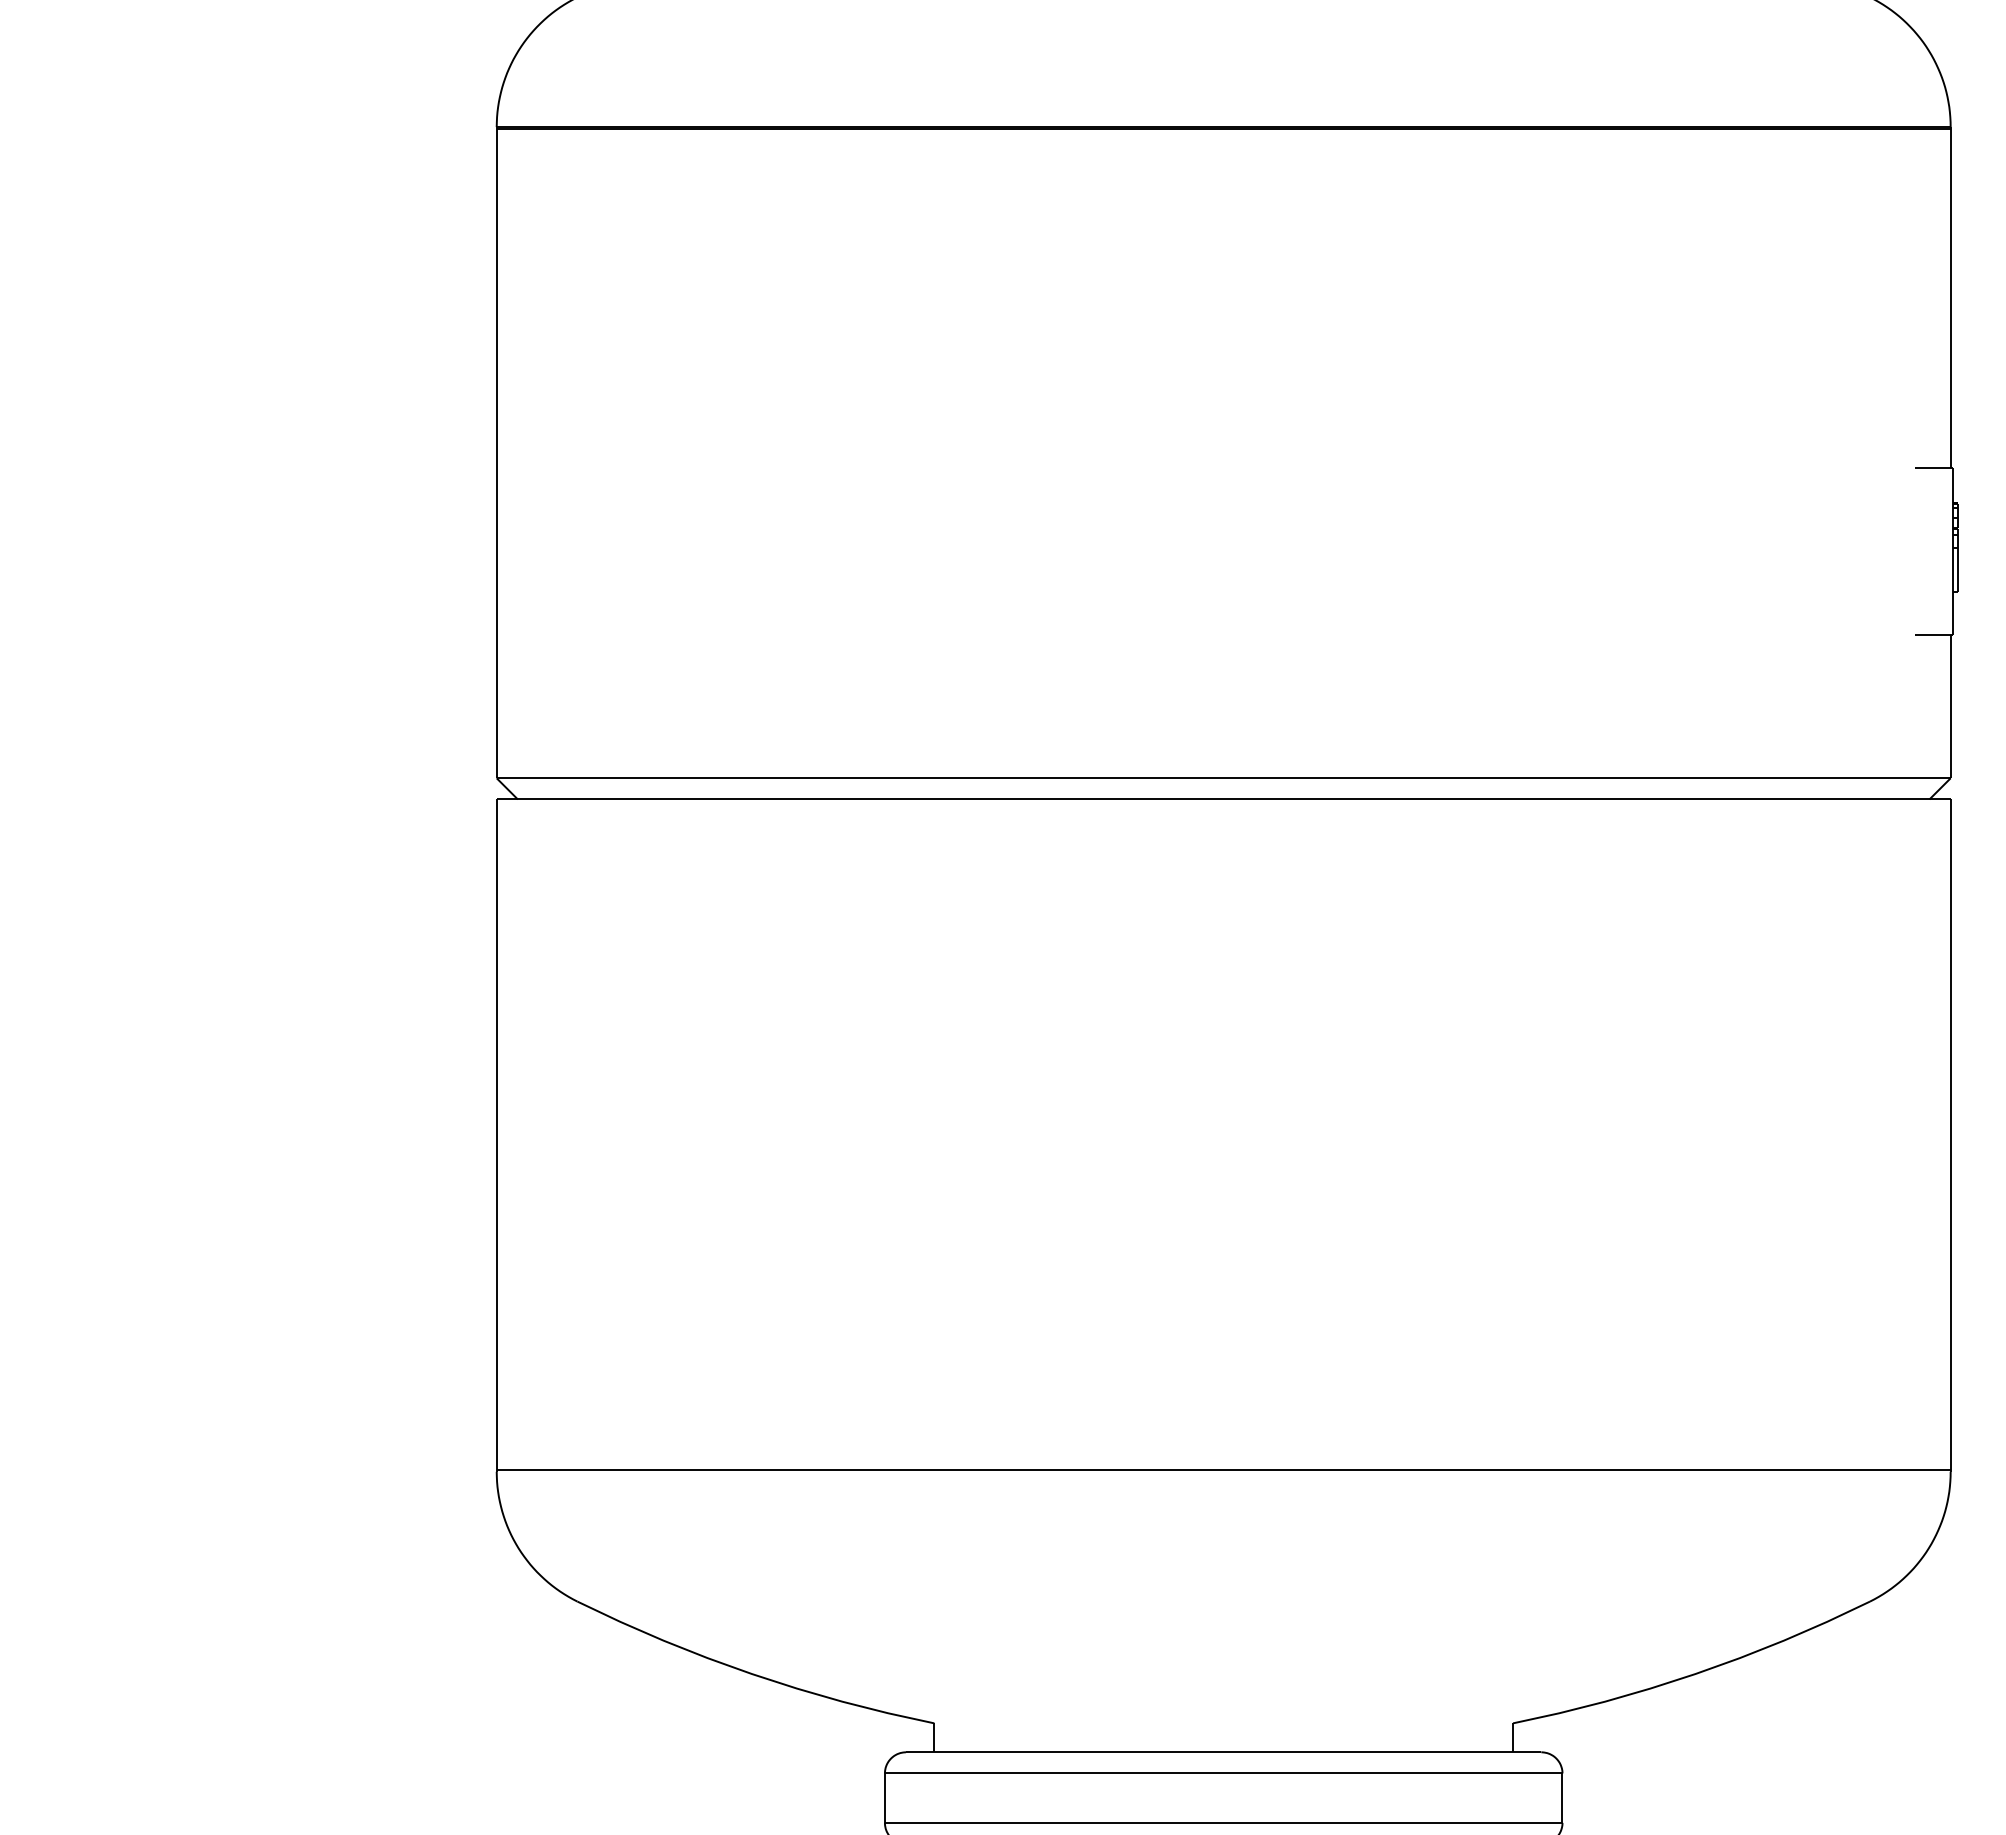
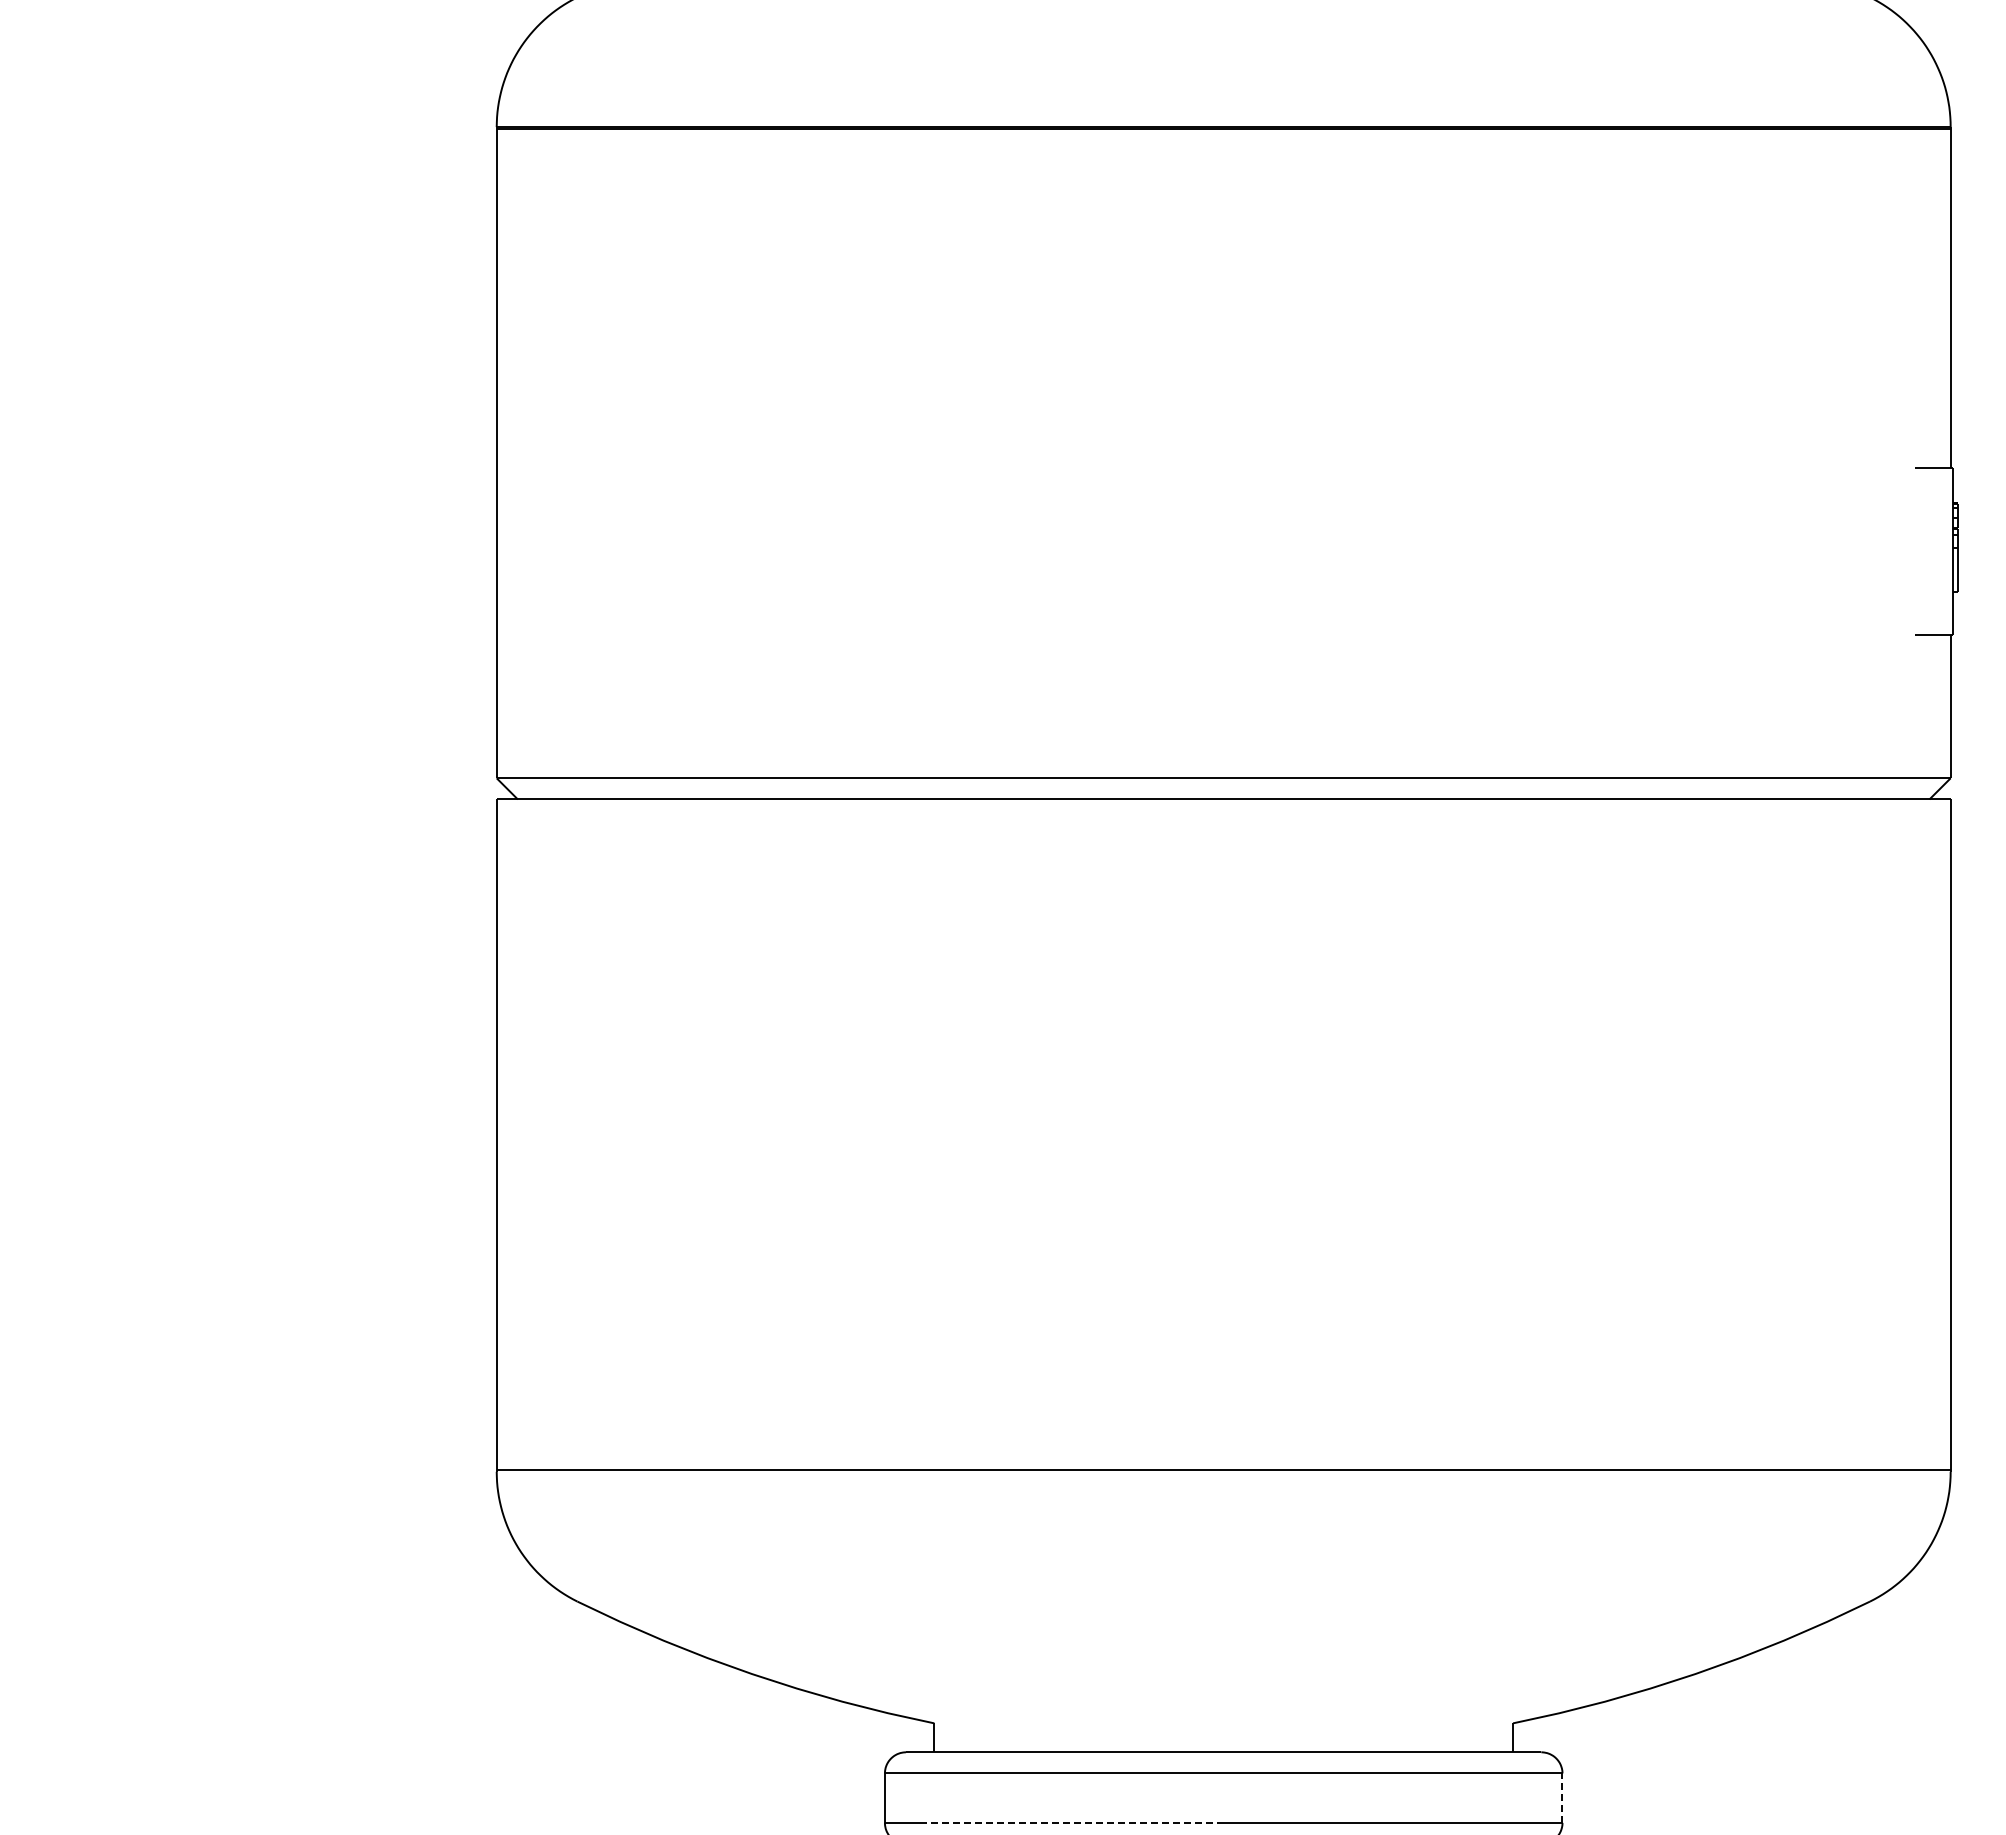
line at (1562, 1798): solid -> dashed
line at (1074, 1822): solid -> dashed
